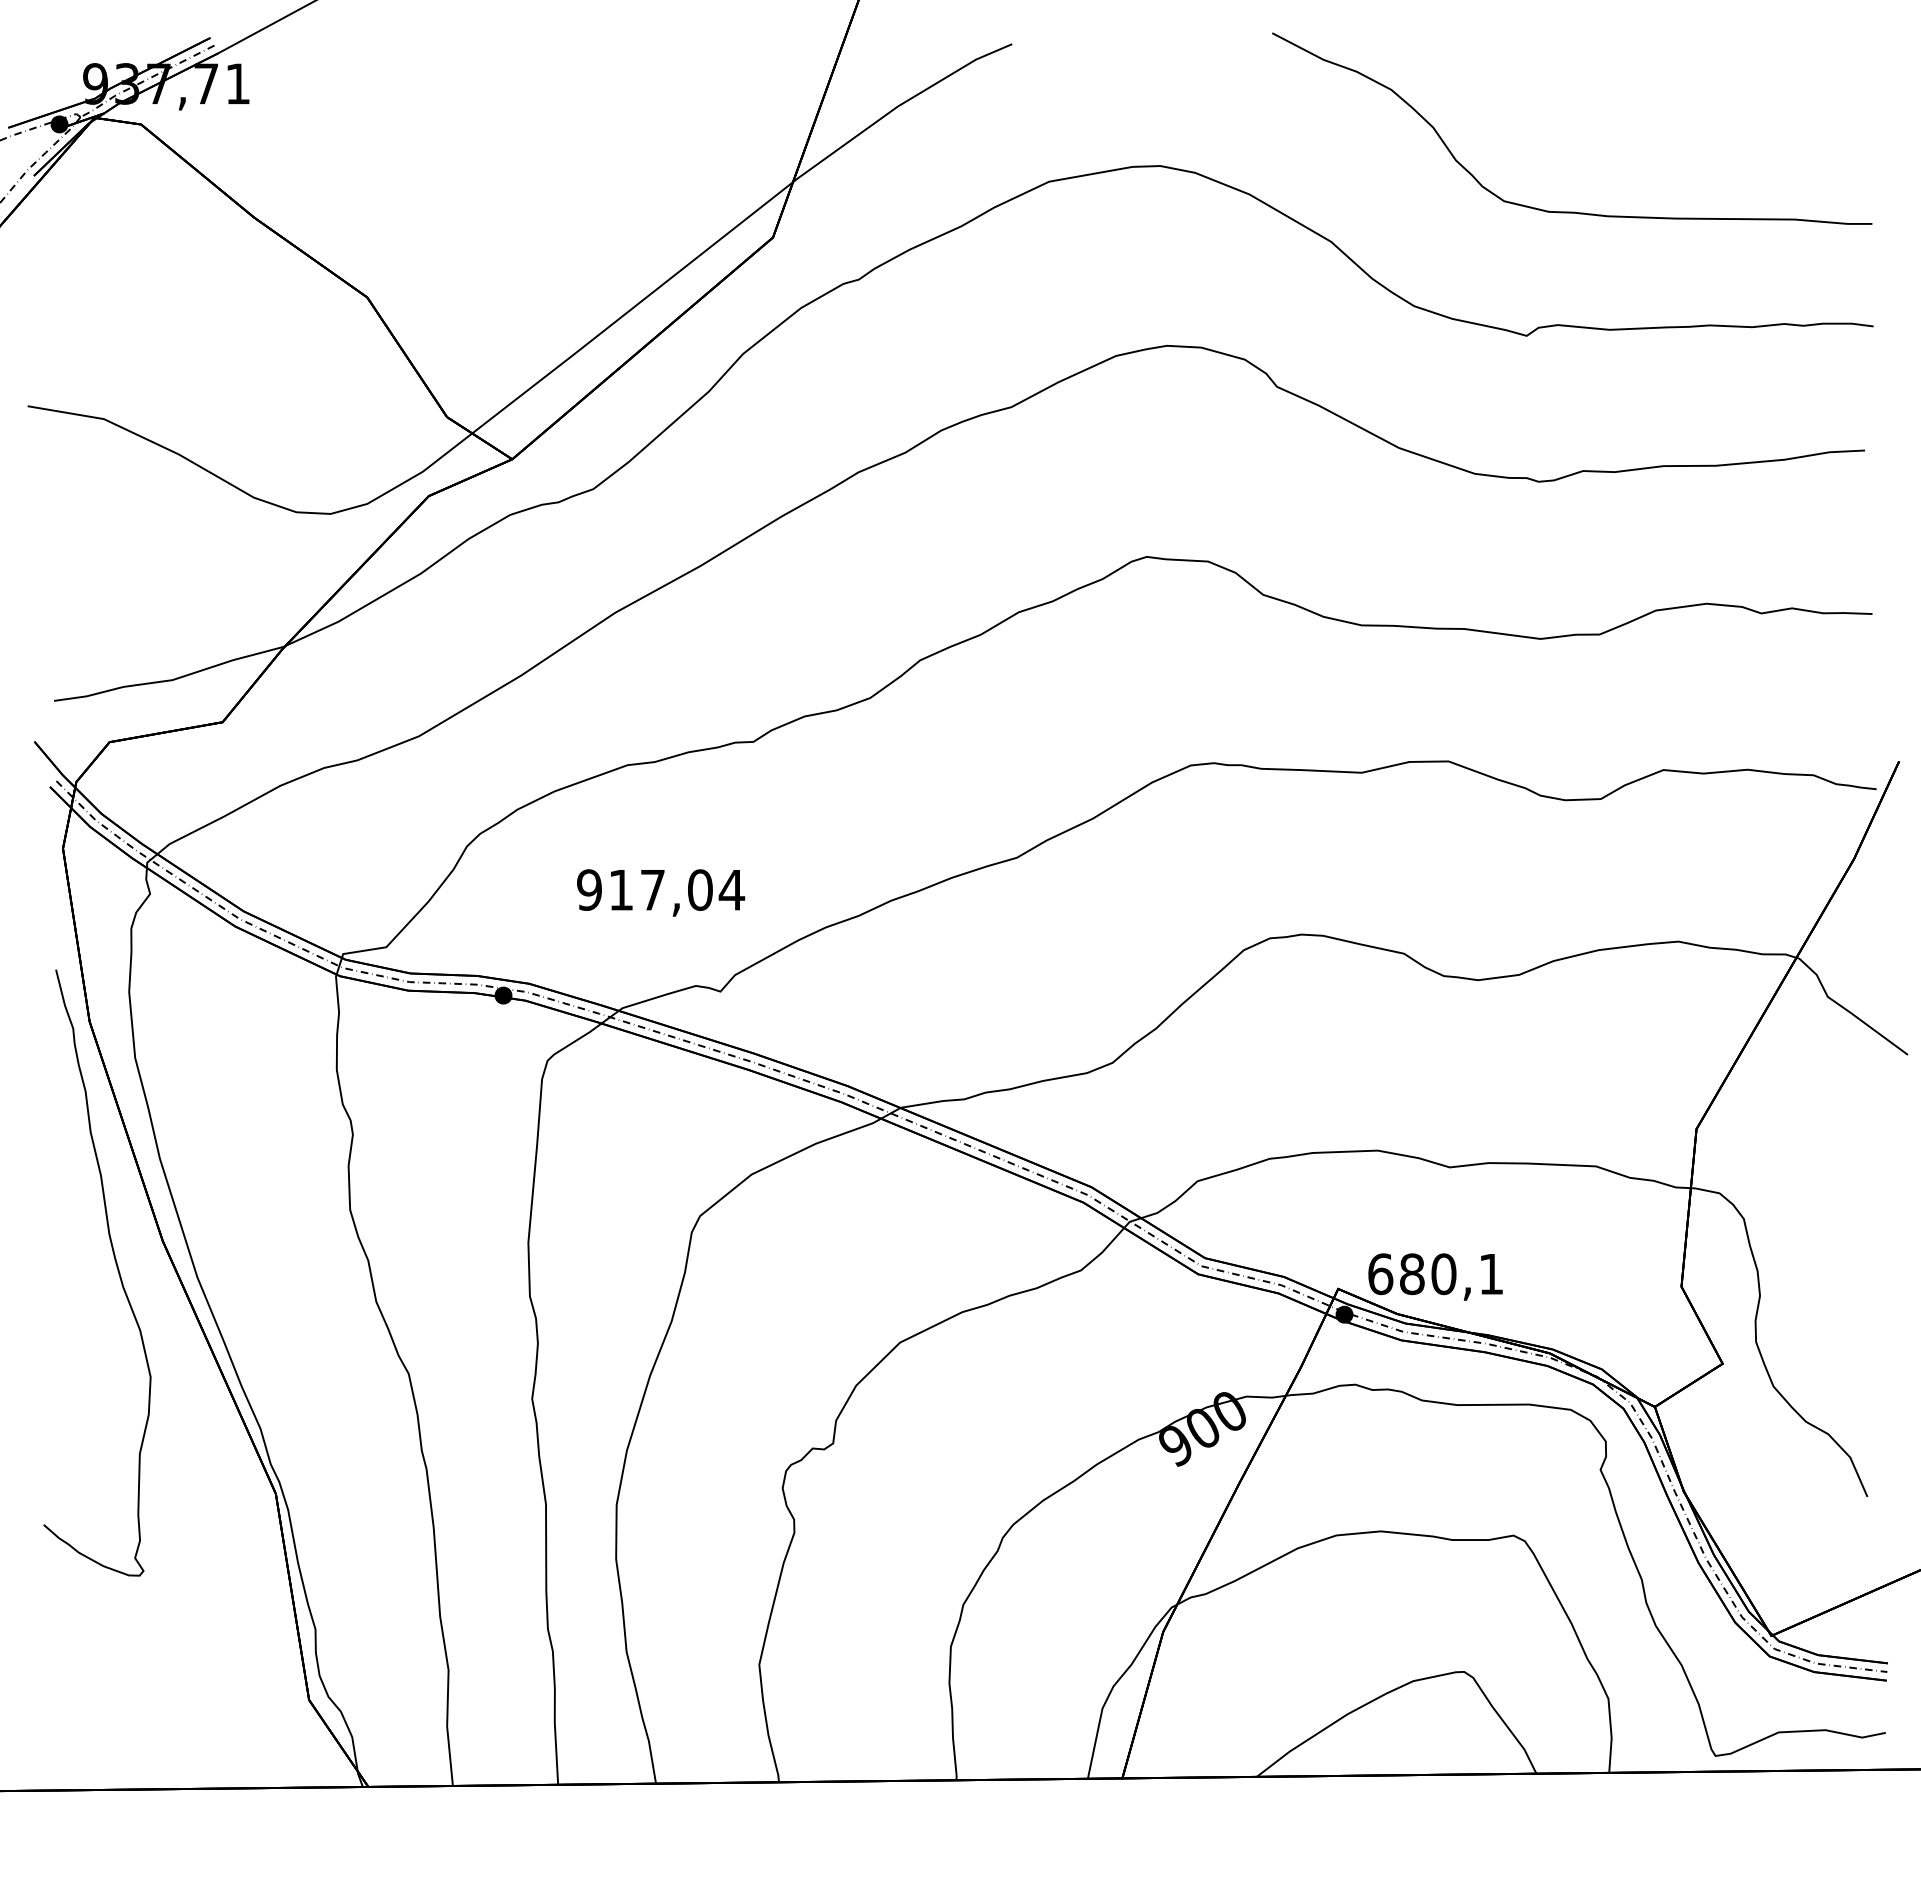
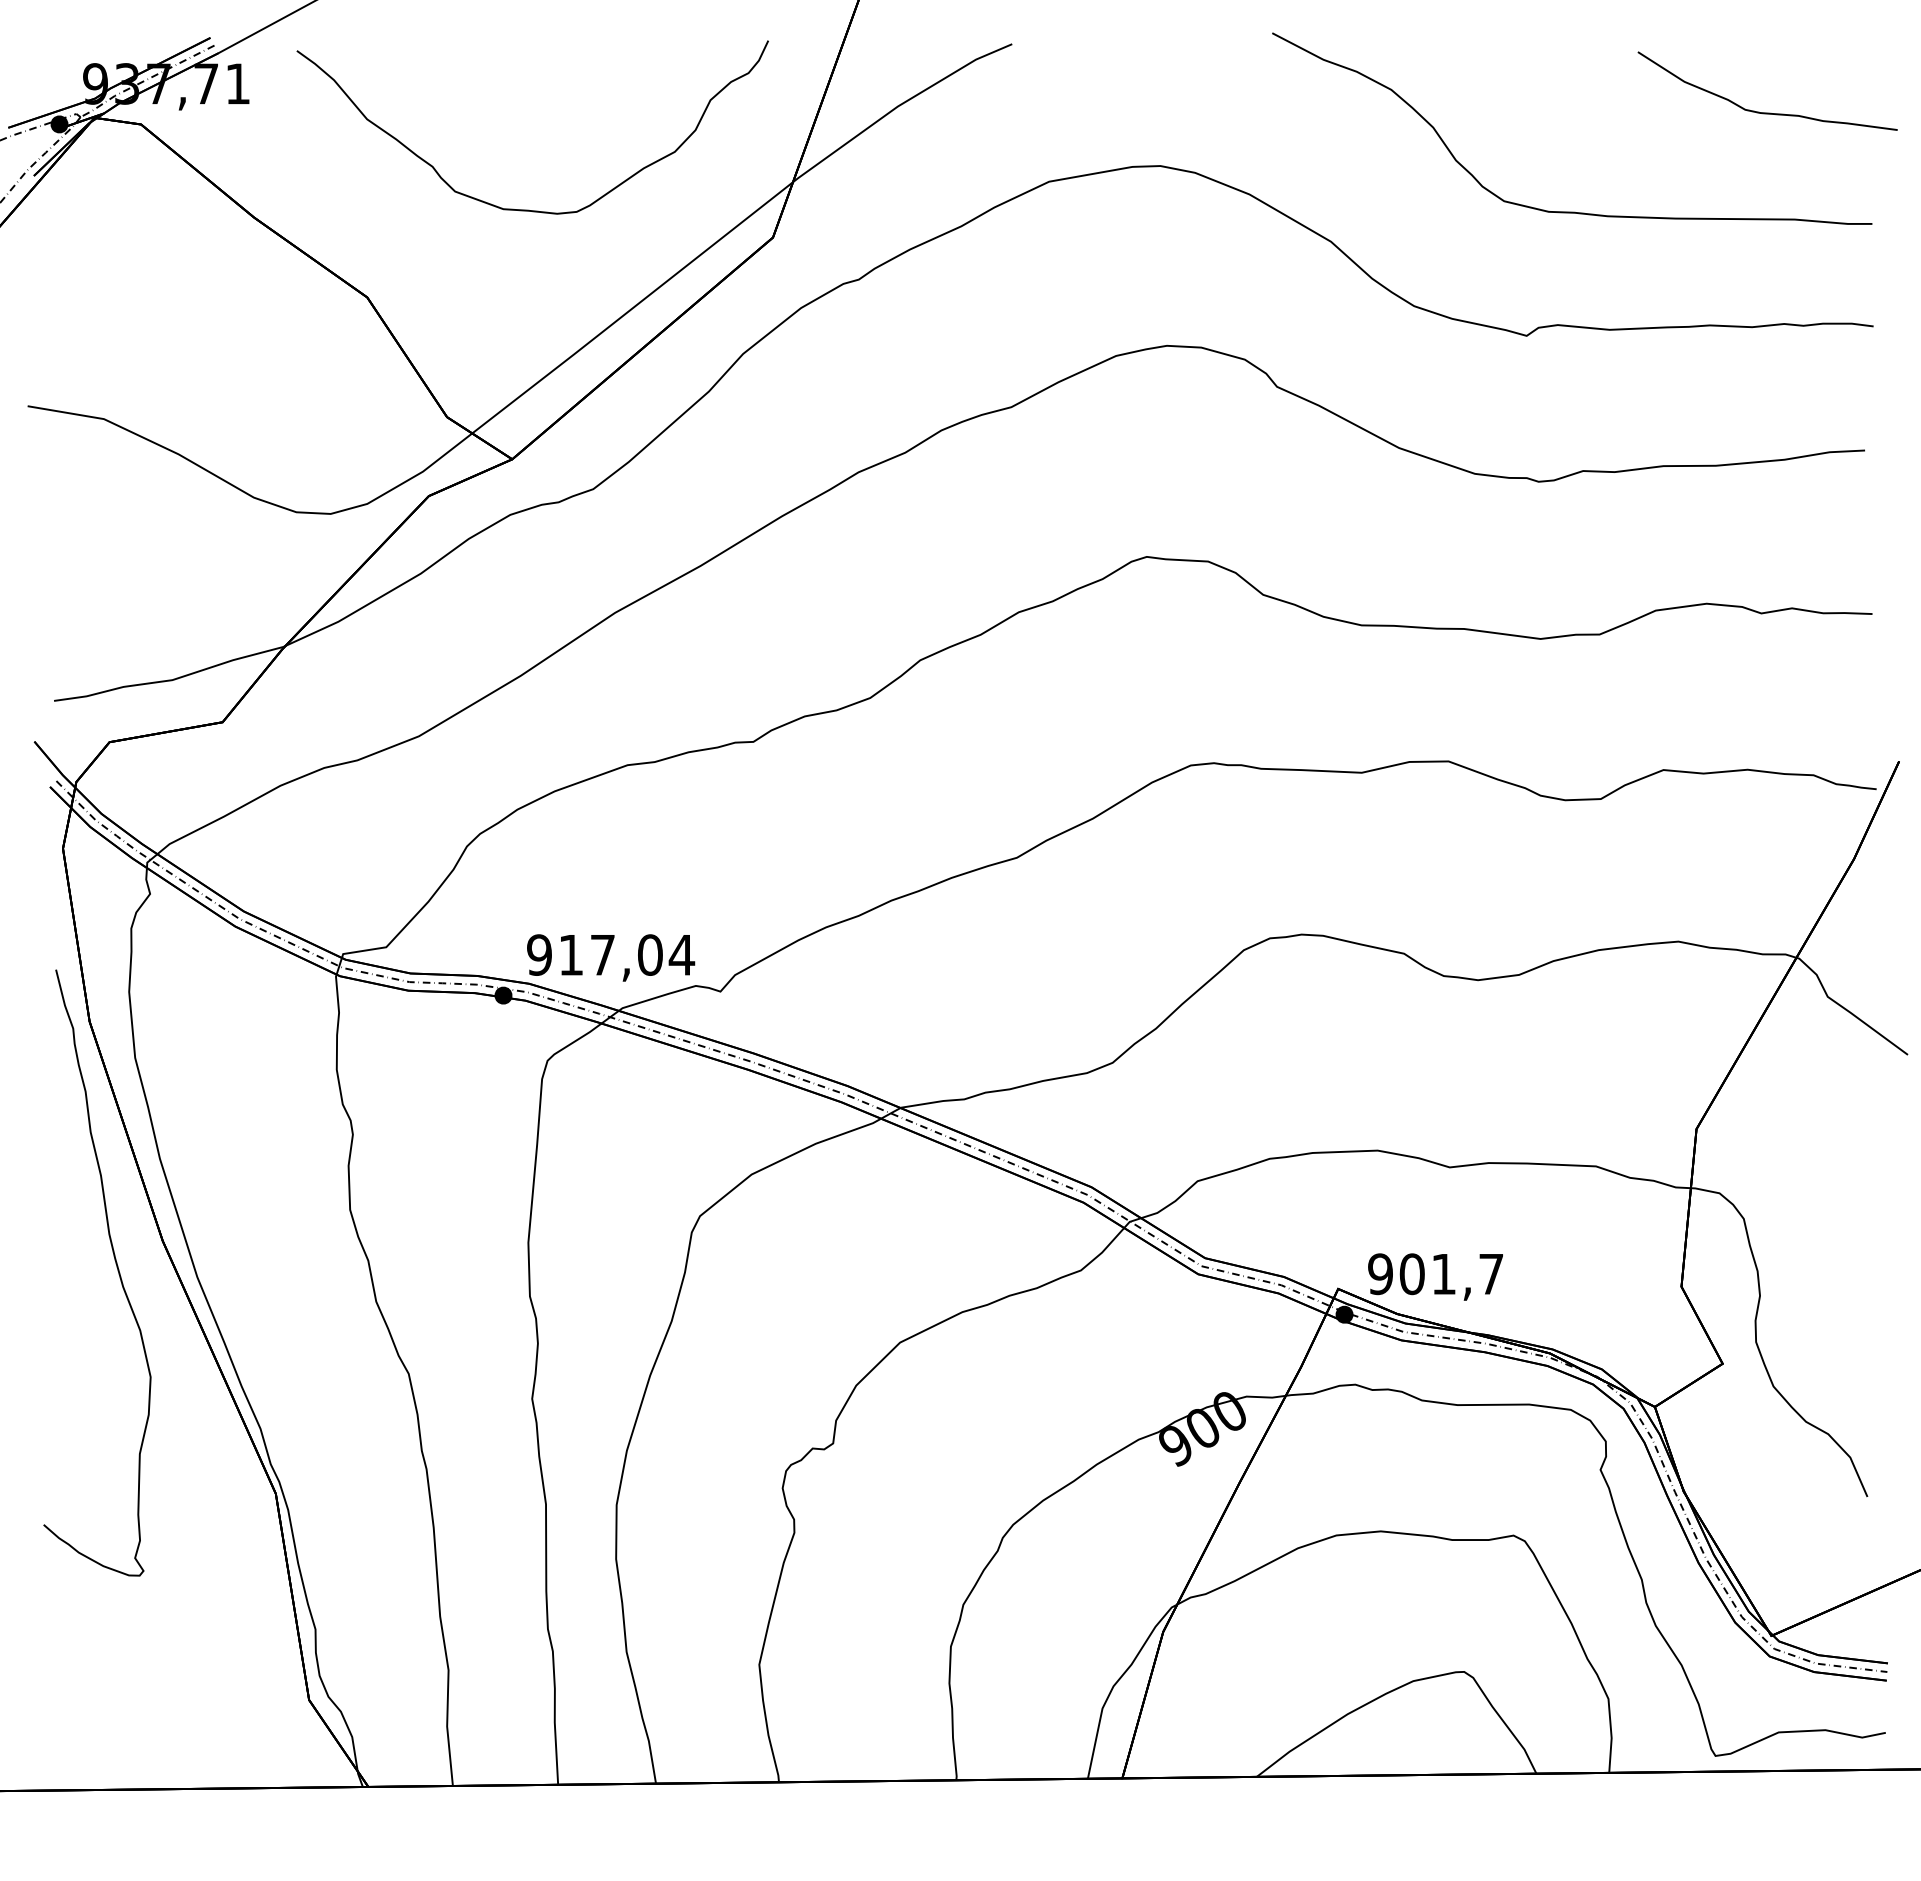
curve at (1767, 112): none -> present
curve at (528, 209): none -> present
text at (661, 892) position: (661, 892) -> (611, 957)
text at (1435, 1274): 680,1 -> 901,7
